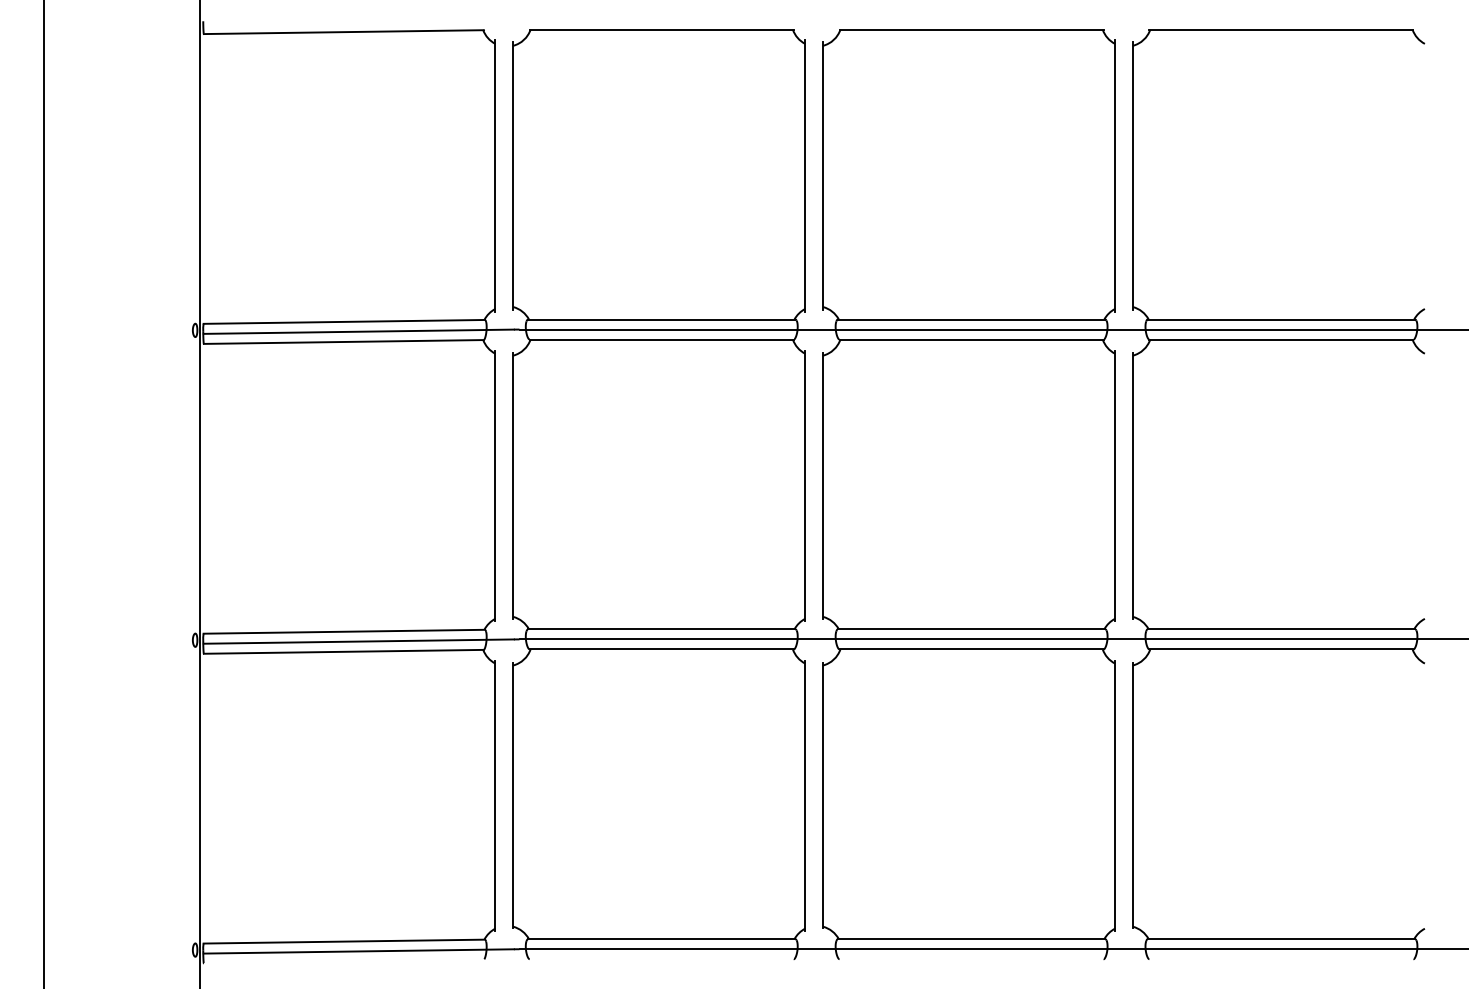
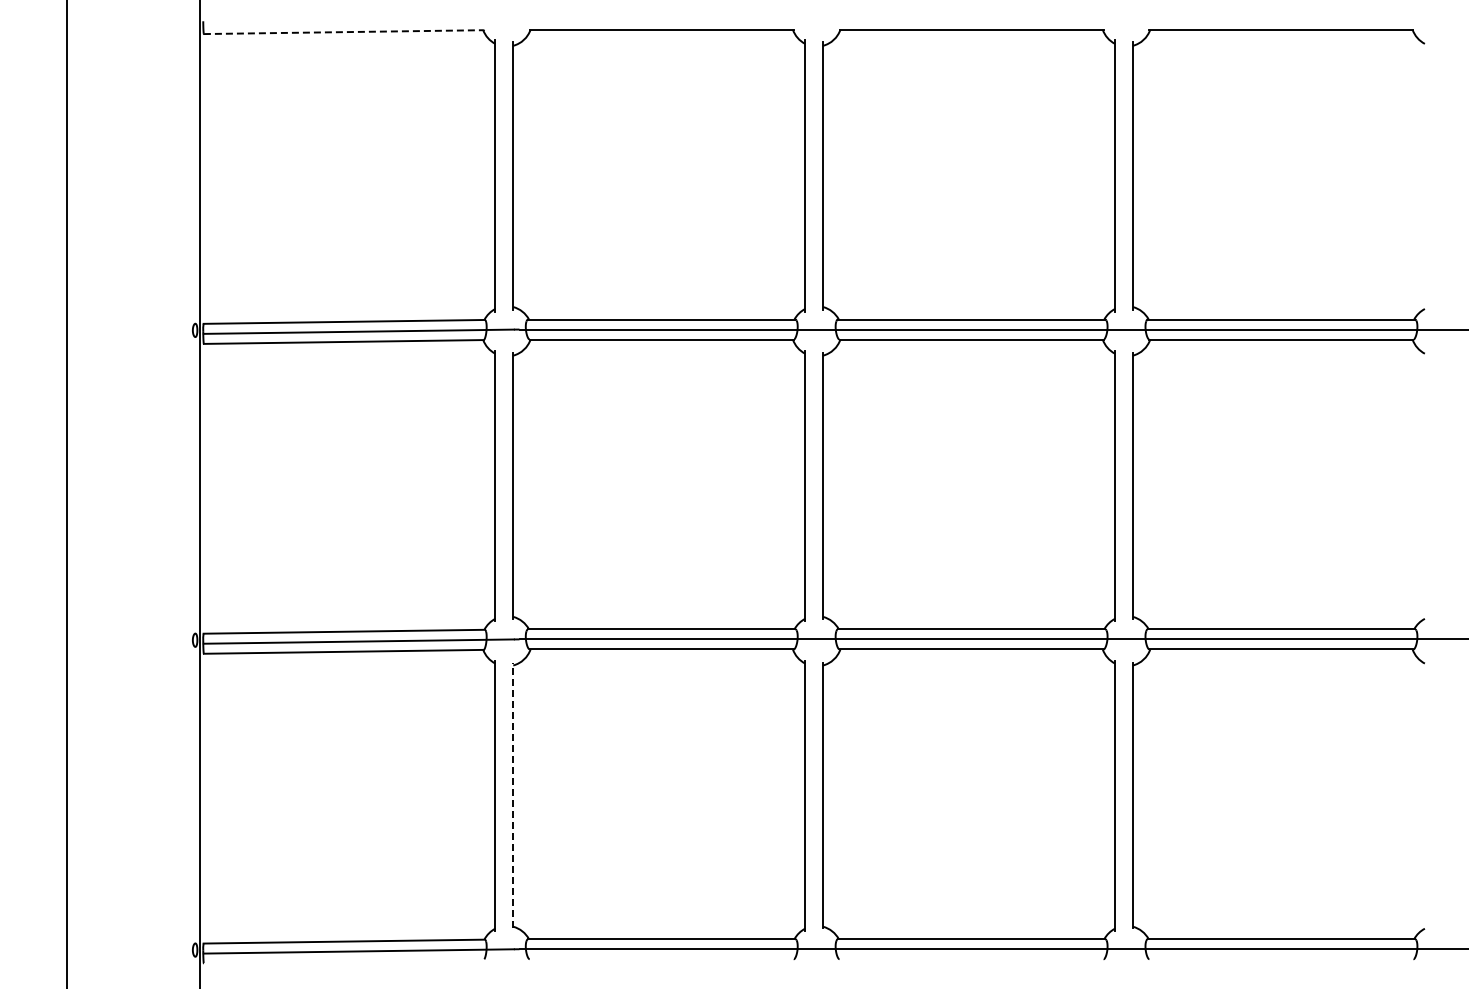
line at (343, 32): solid -> dashed
line at (44, 493) position: (44, 493) -> (67, 493)
line at (513, 795): solid -> dashed
